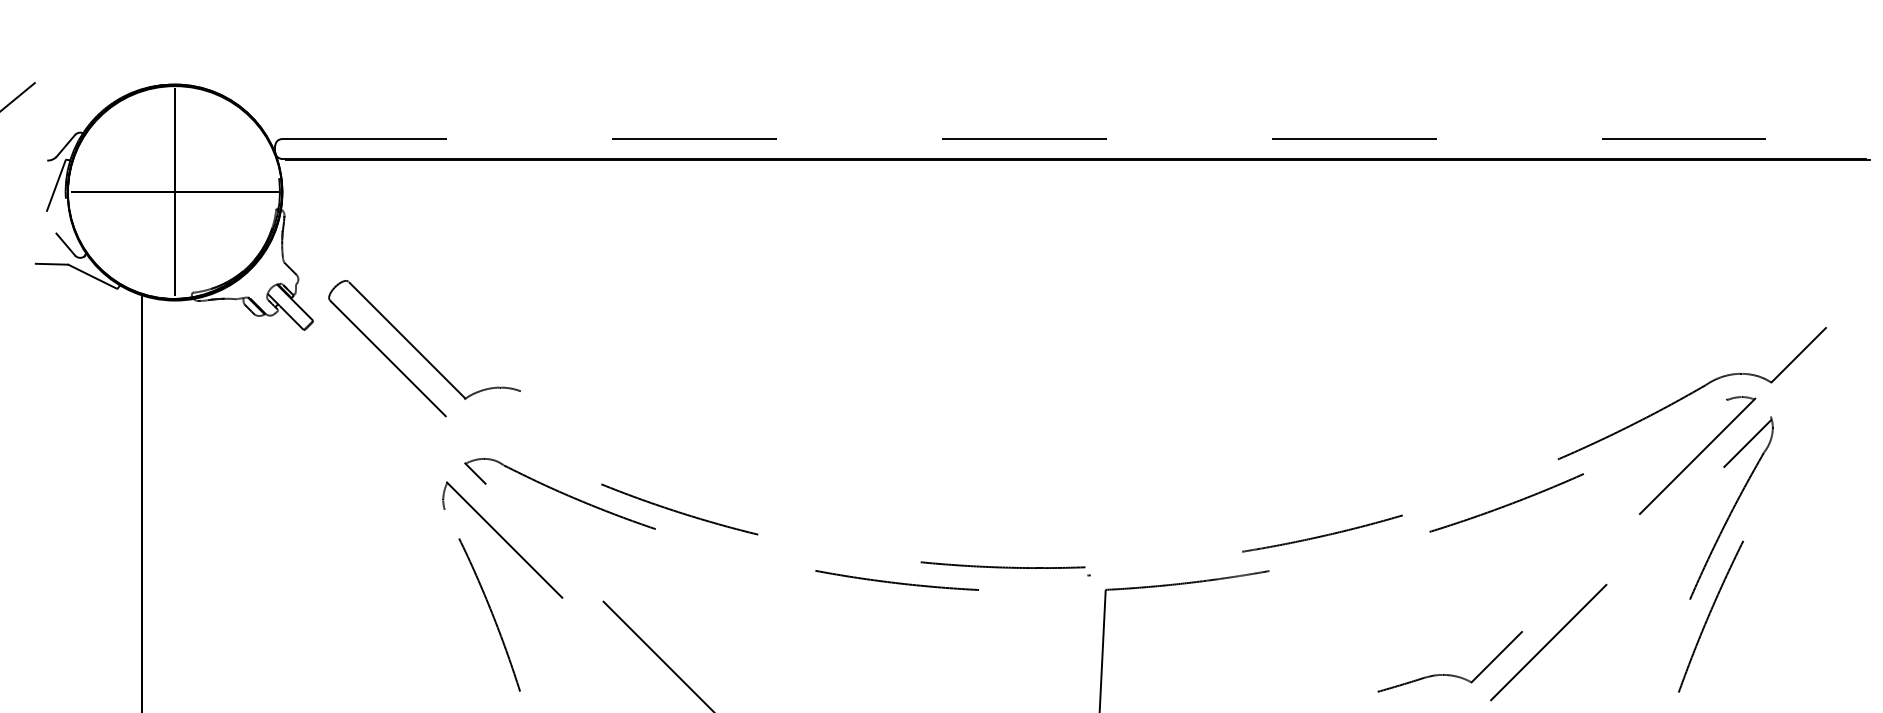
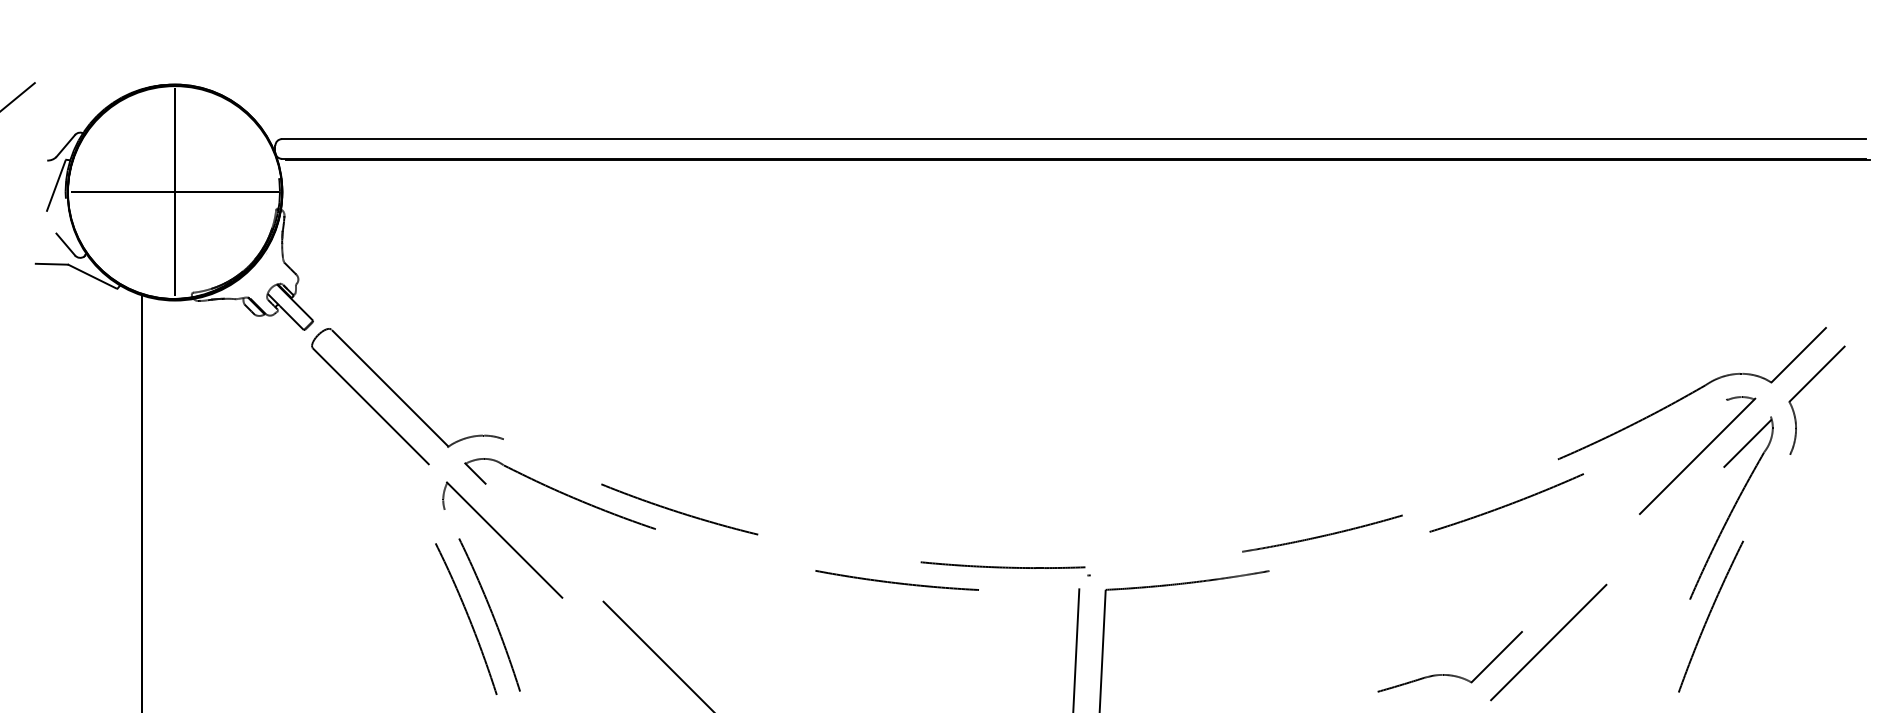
line at (1073, 139): dashed -> solid
part at (424, 348) position: (424, 348) -> (407, 396)
part at (1805, 387): none -> present
curve at (467, 617): none -> present
line at (1076, 648): none -> present
